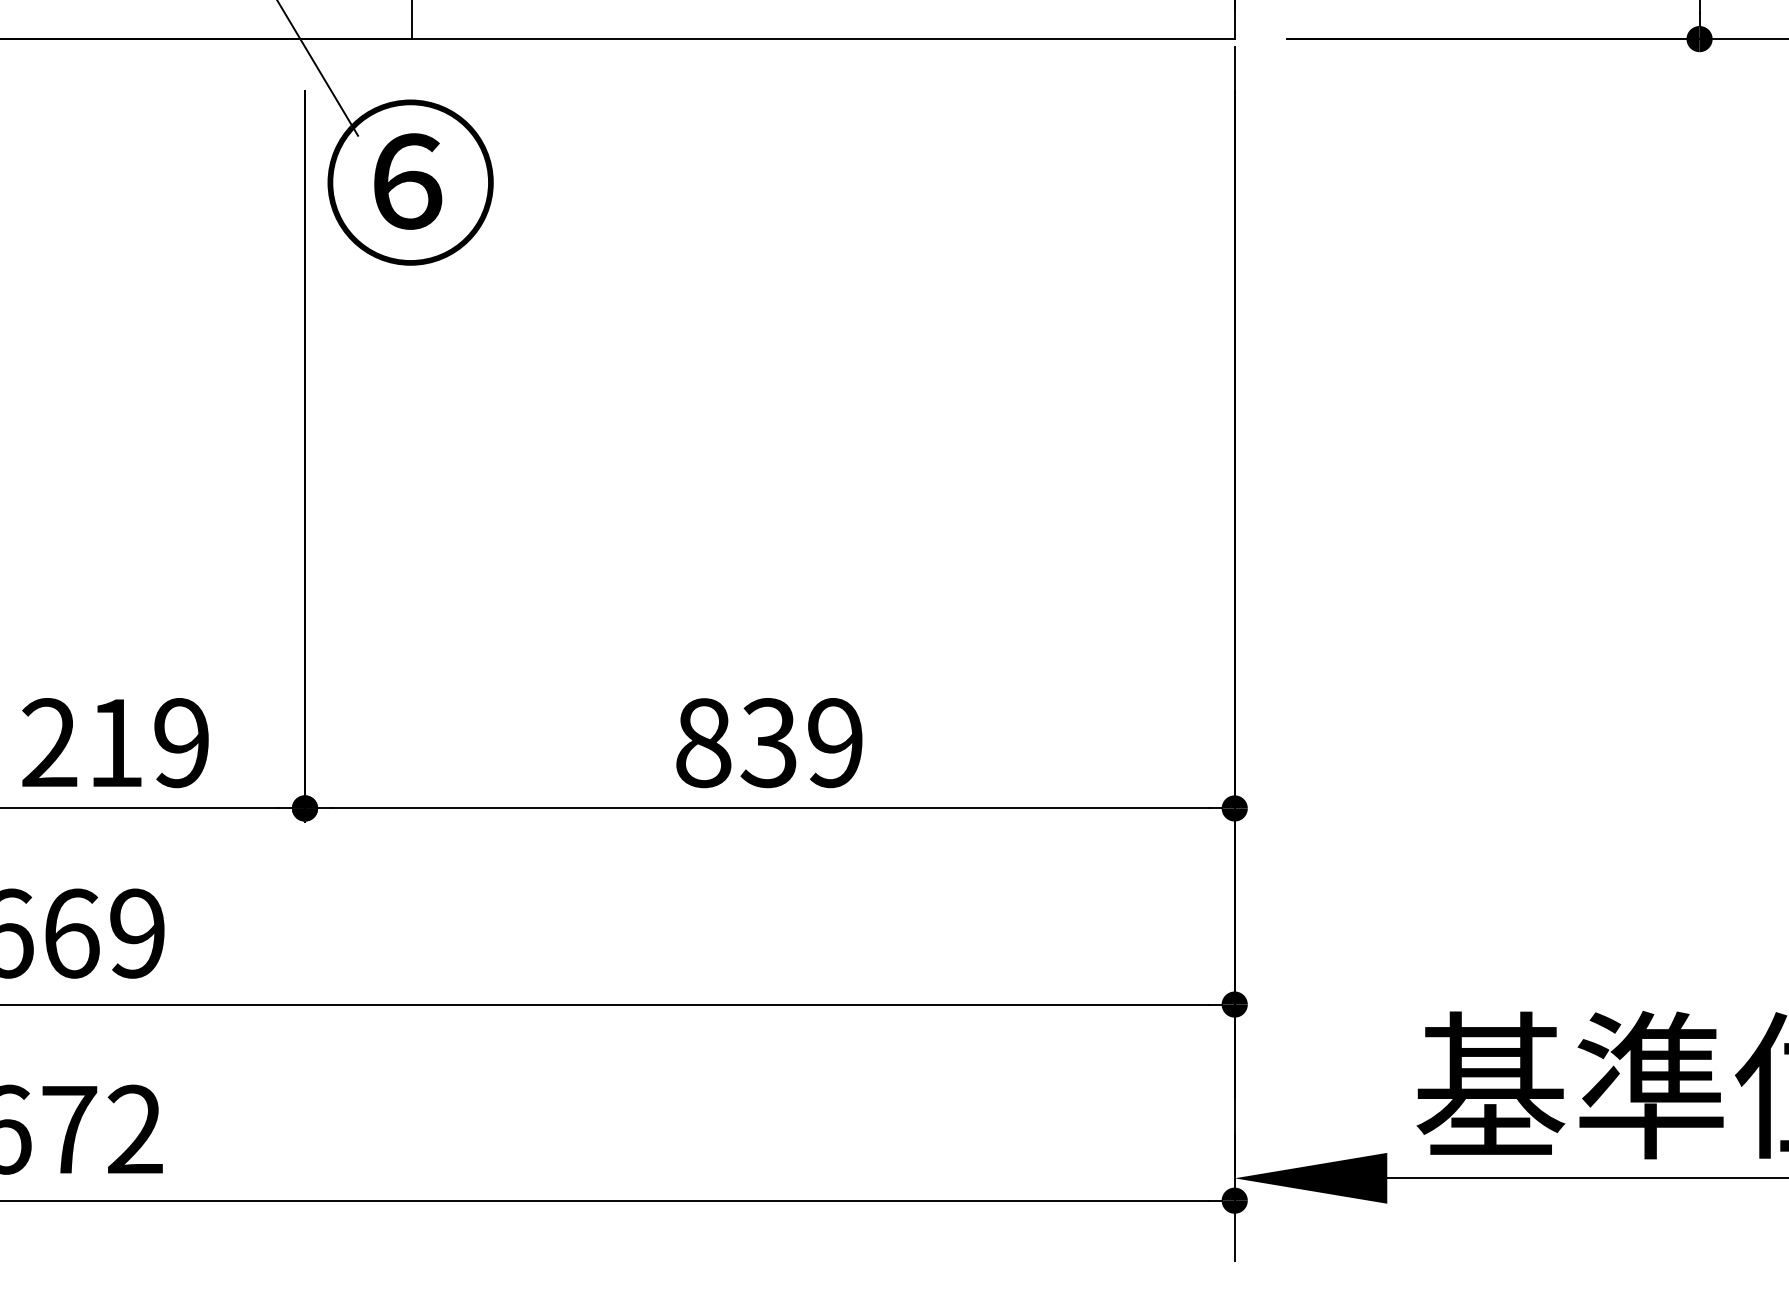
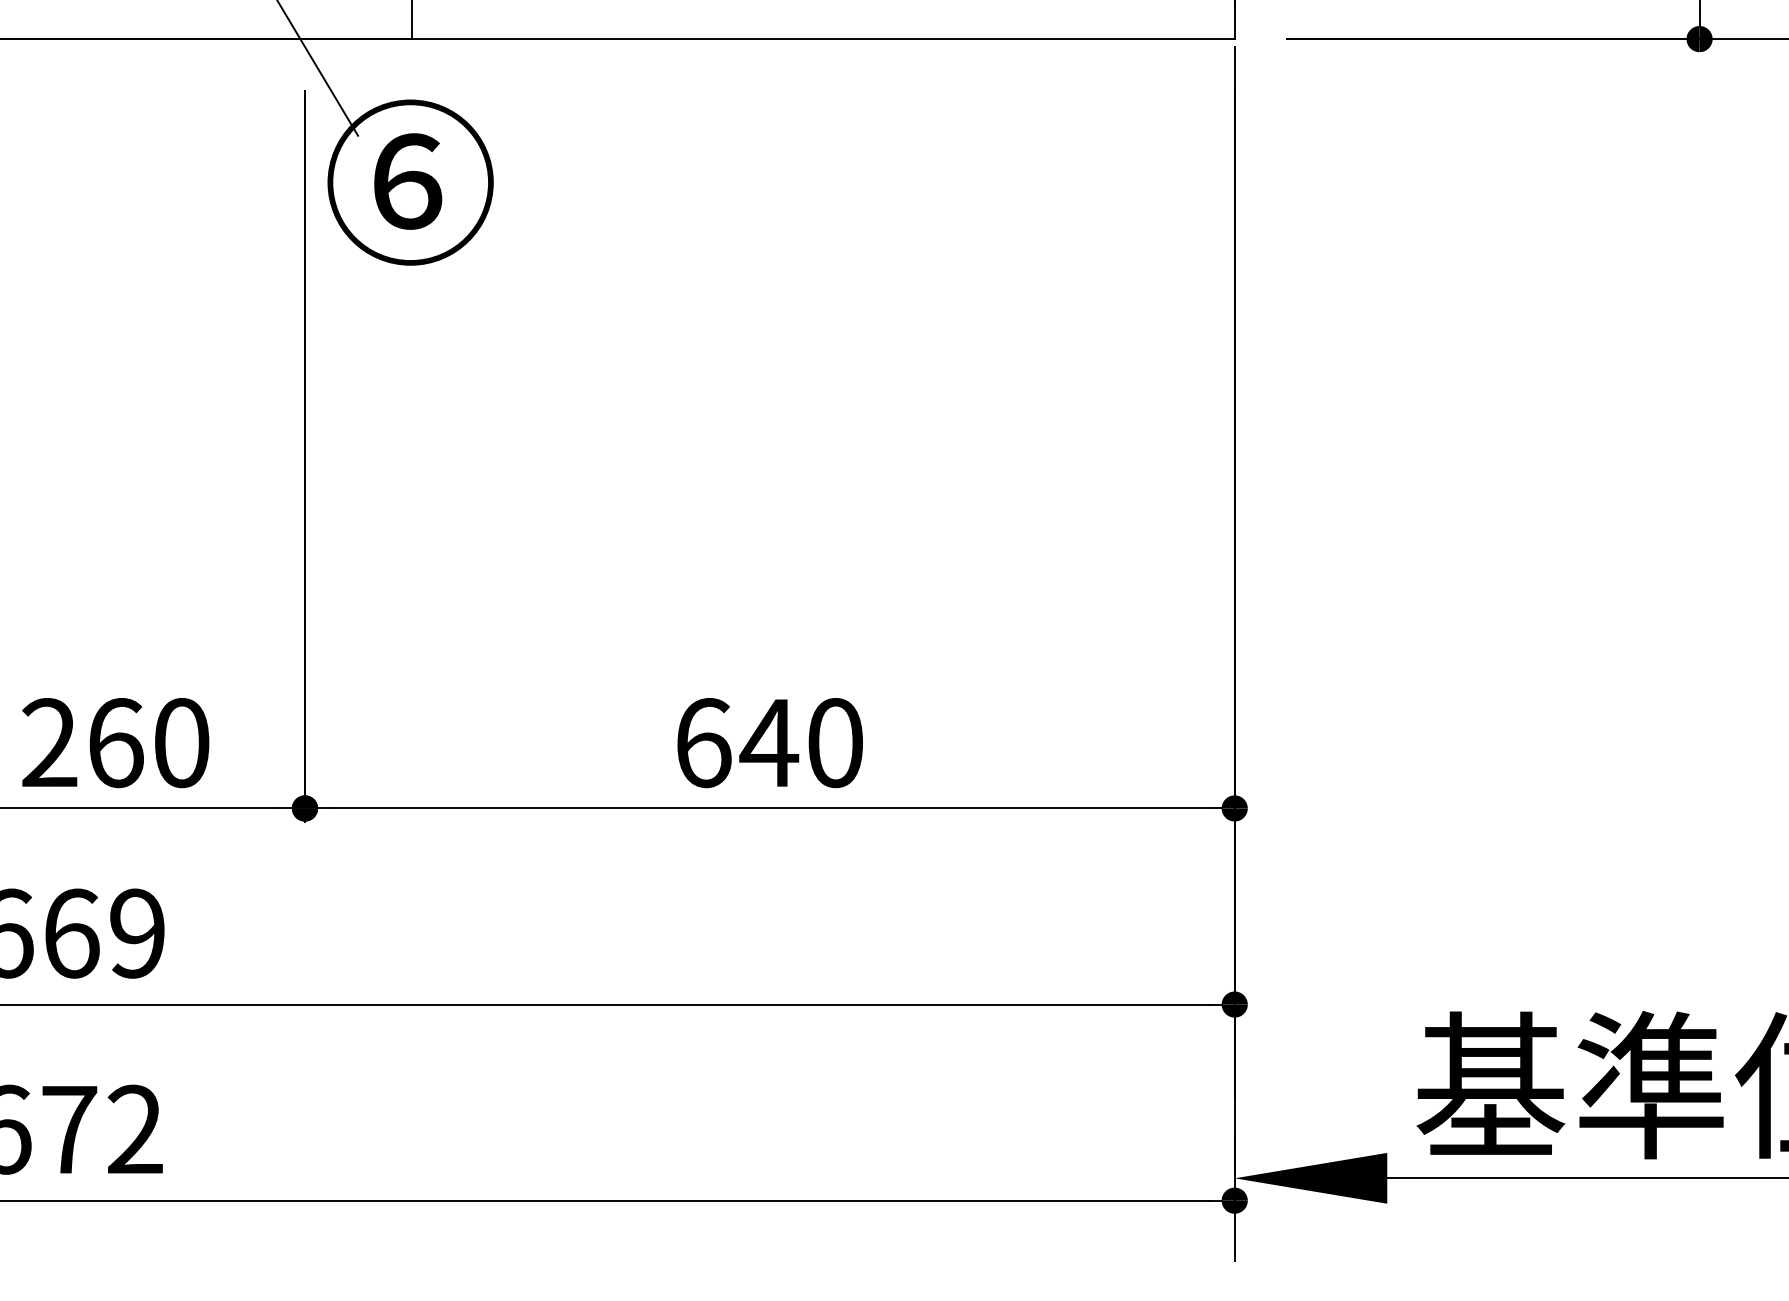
text at (149, 743): 219 -> 260
text at (769, 743): 839 -> 640
